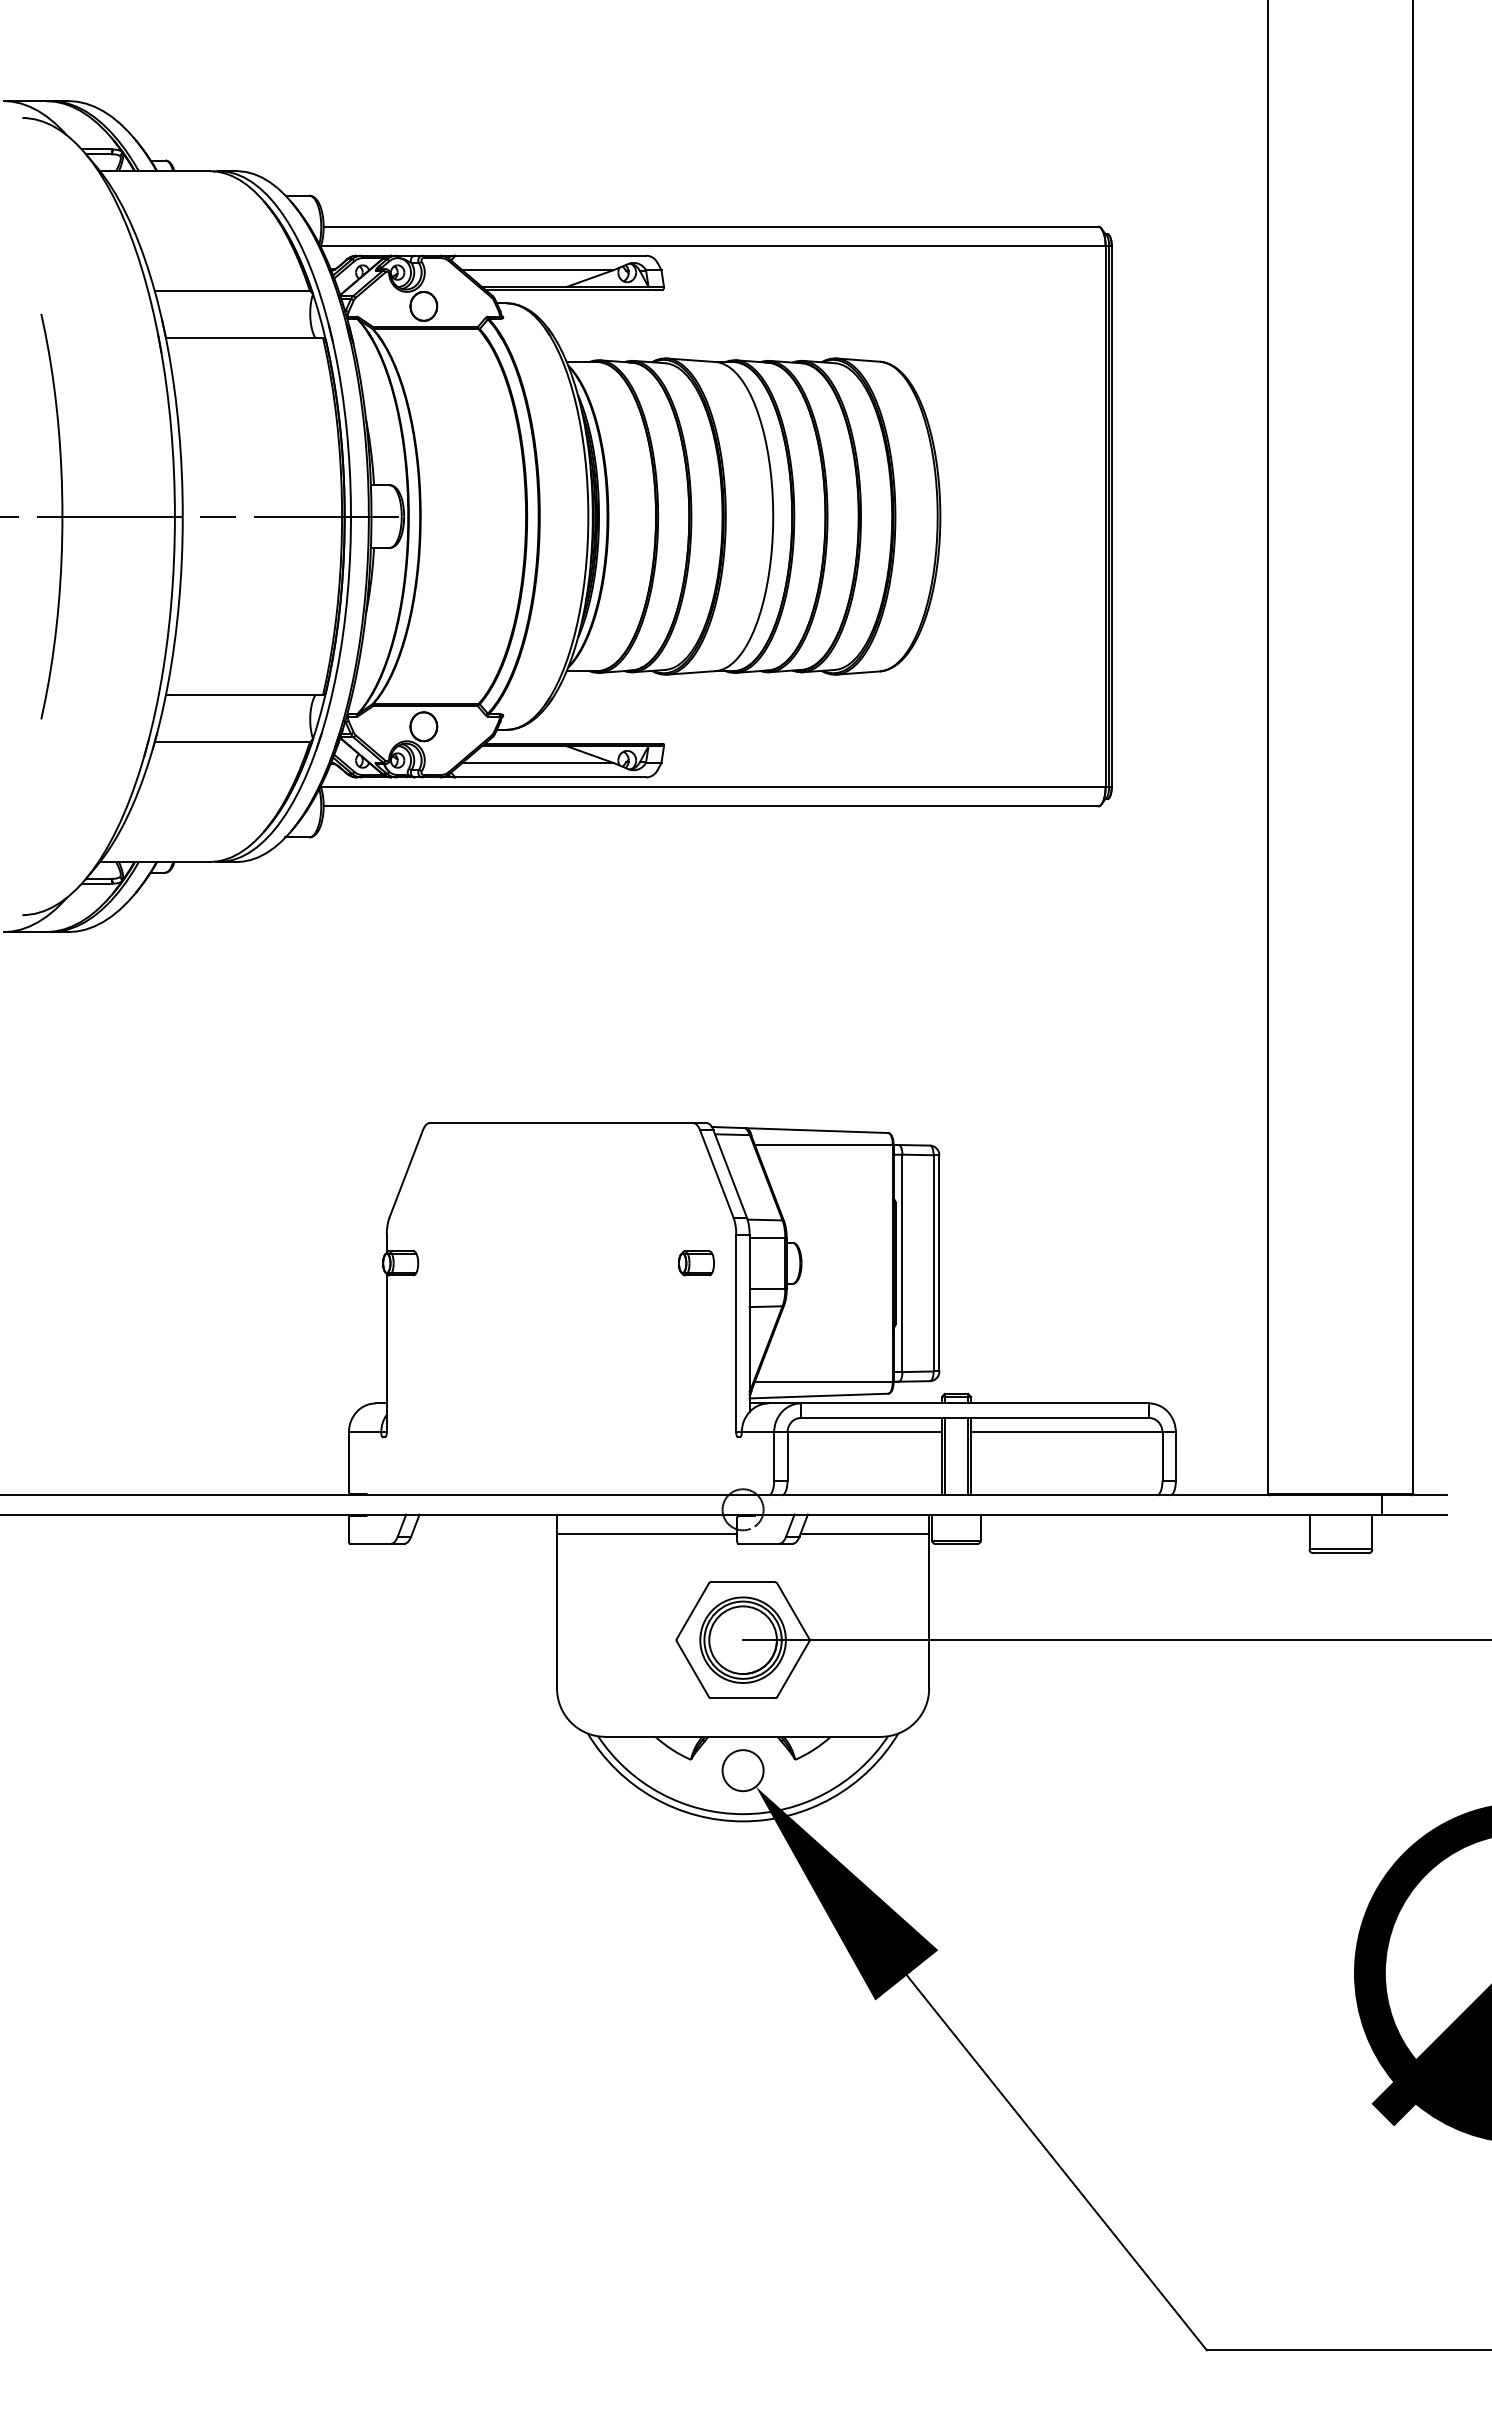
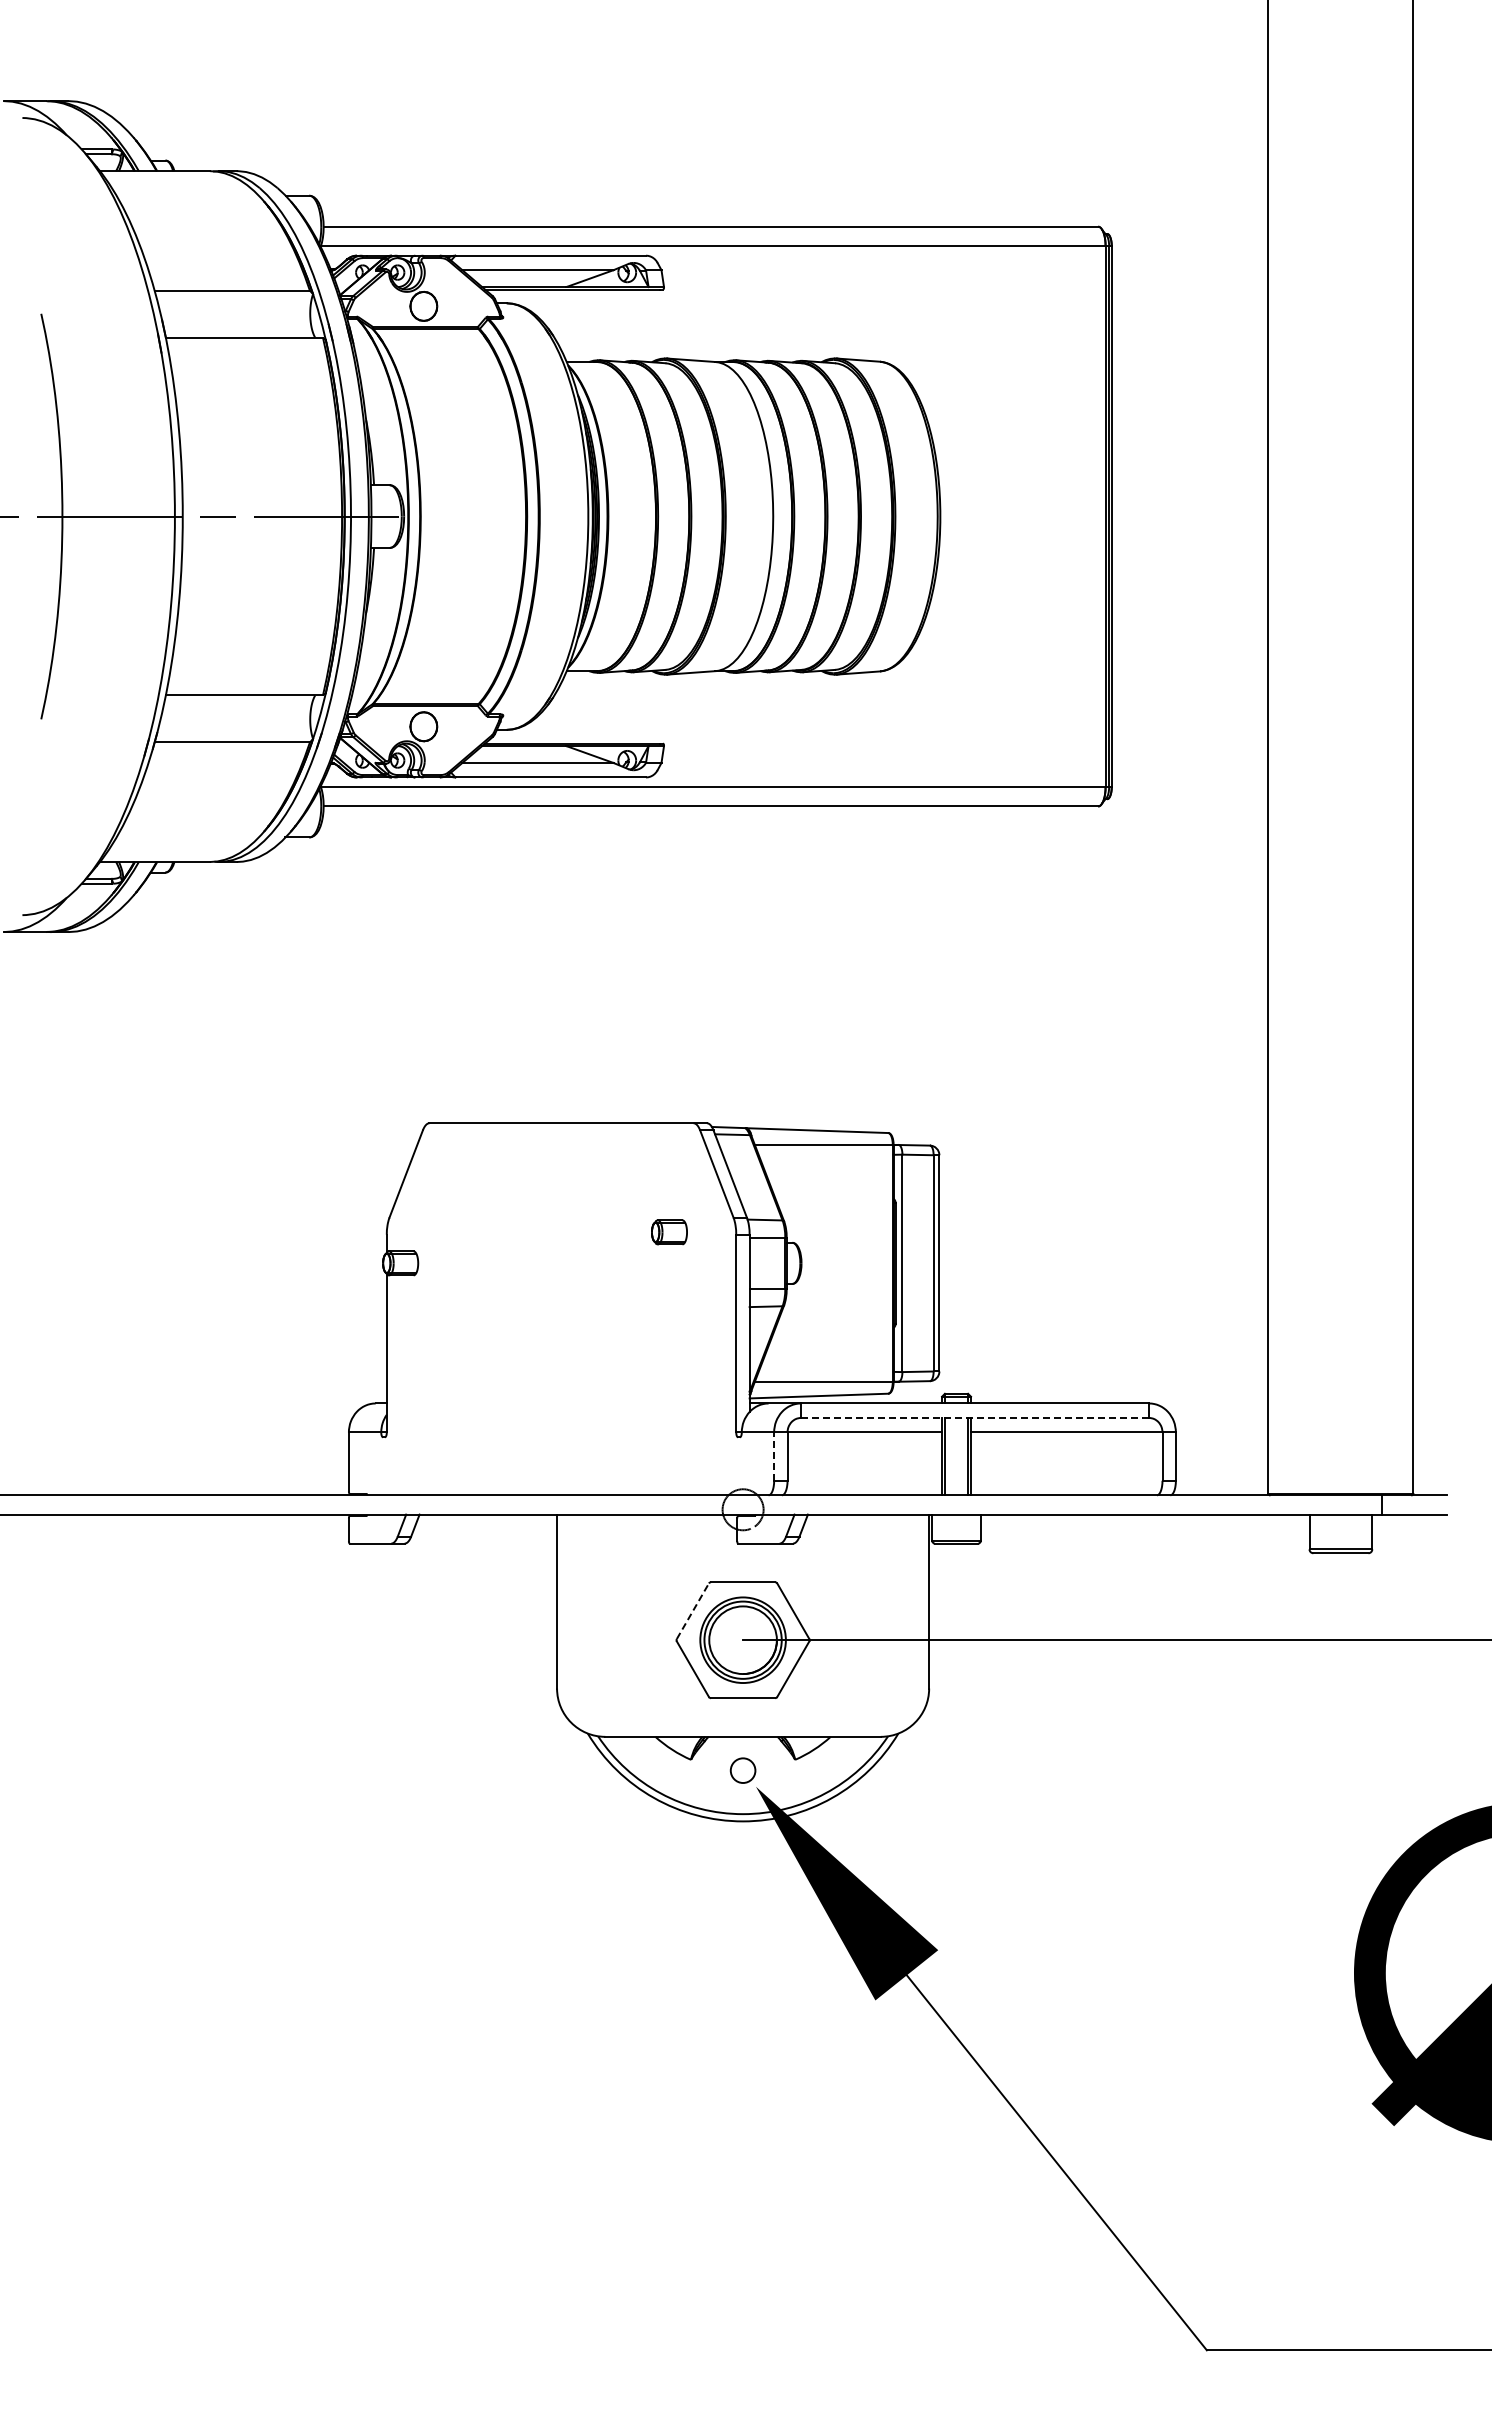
part at (696, 1263) position: (696, 1263) -> (669, 1232)
line at (975, 1417): solid -> dashed
line at (774, 1456): solid -> dashed
line at (647, 1533): present -> none
line at (864, 1533): present -> none
line at (693, 1610): solid -> dashed
circle at (742, 1770) diameter: 41 px -> 25 px
